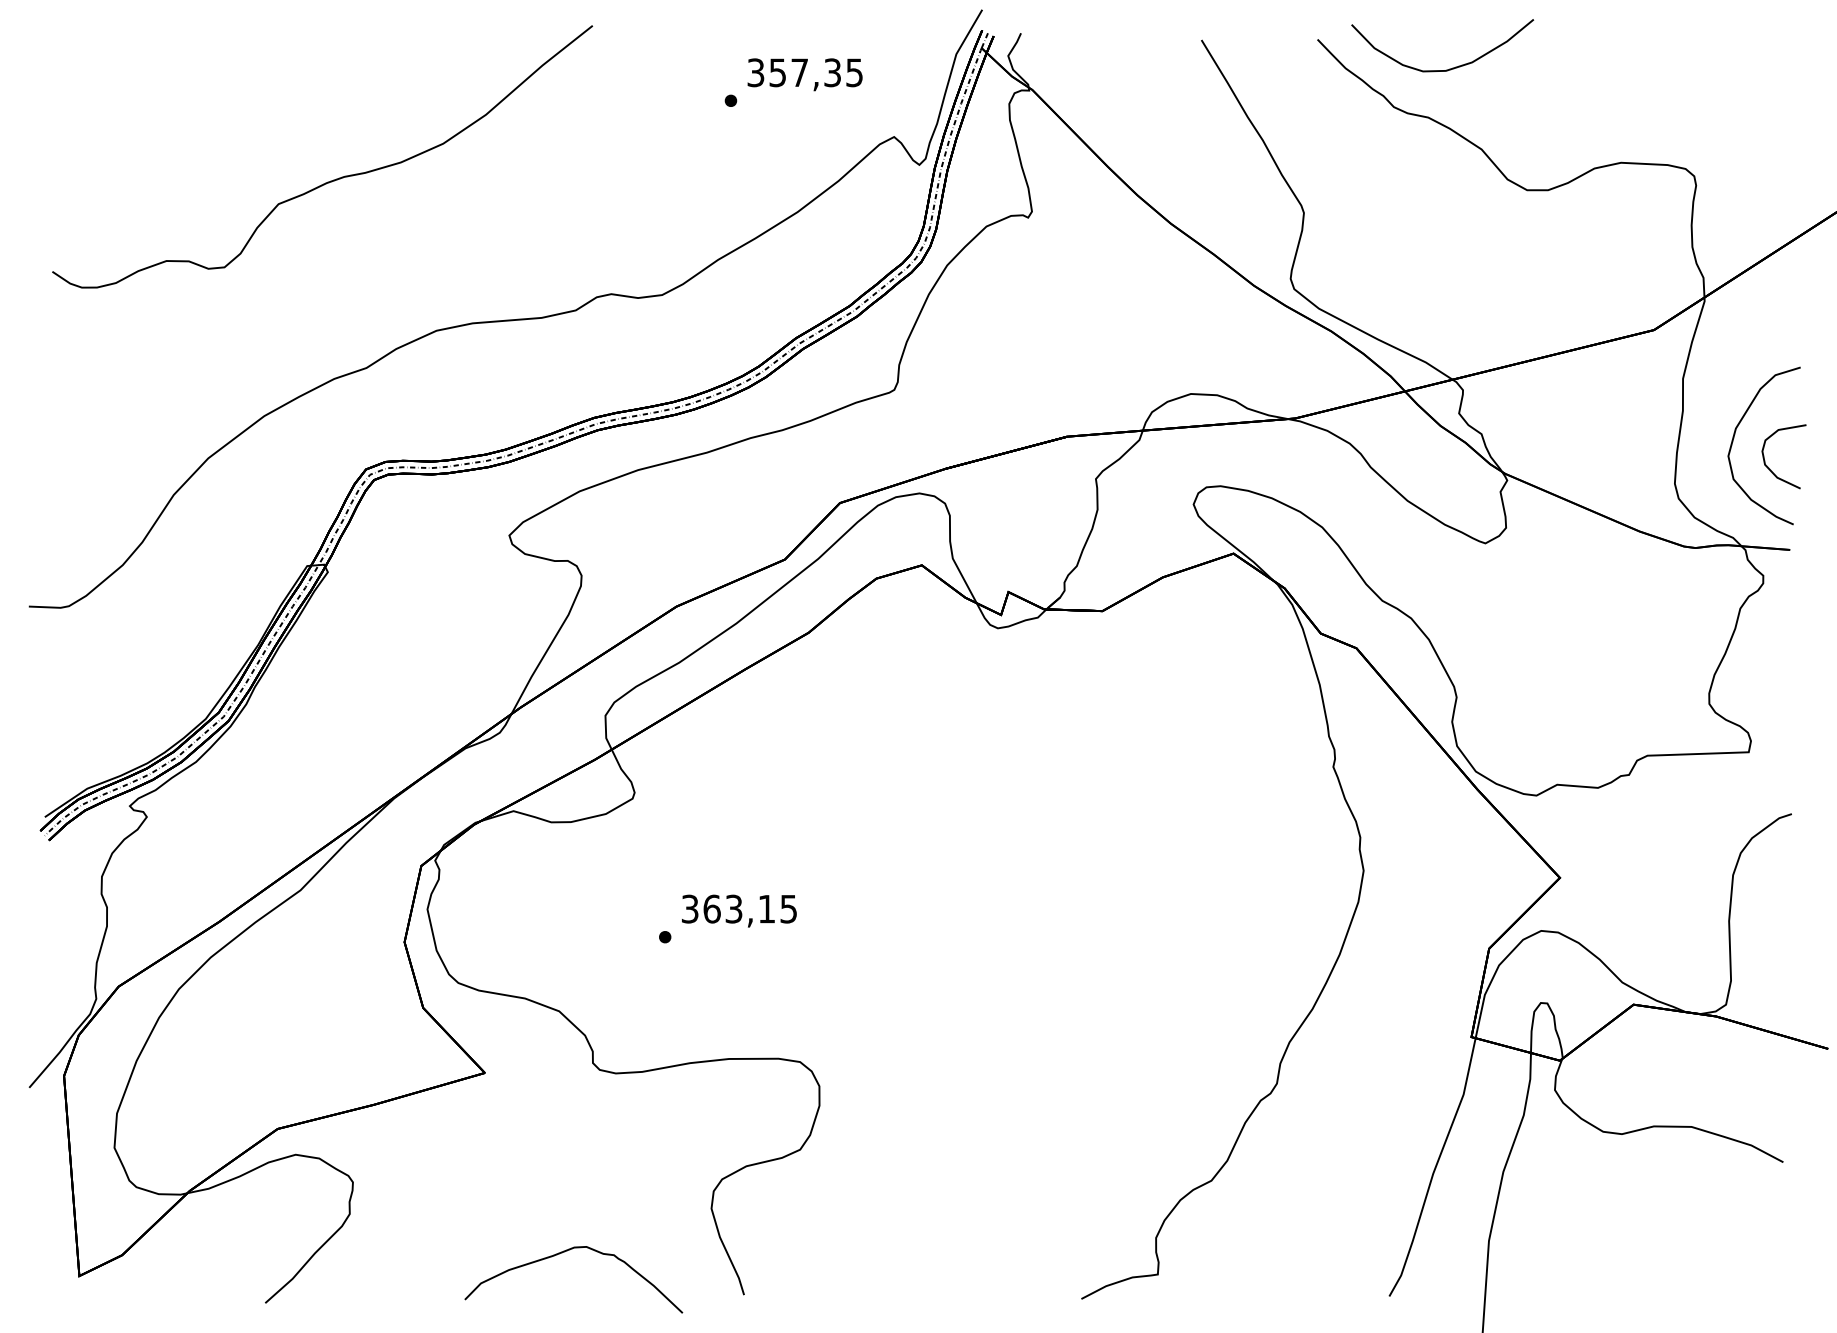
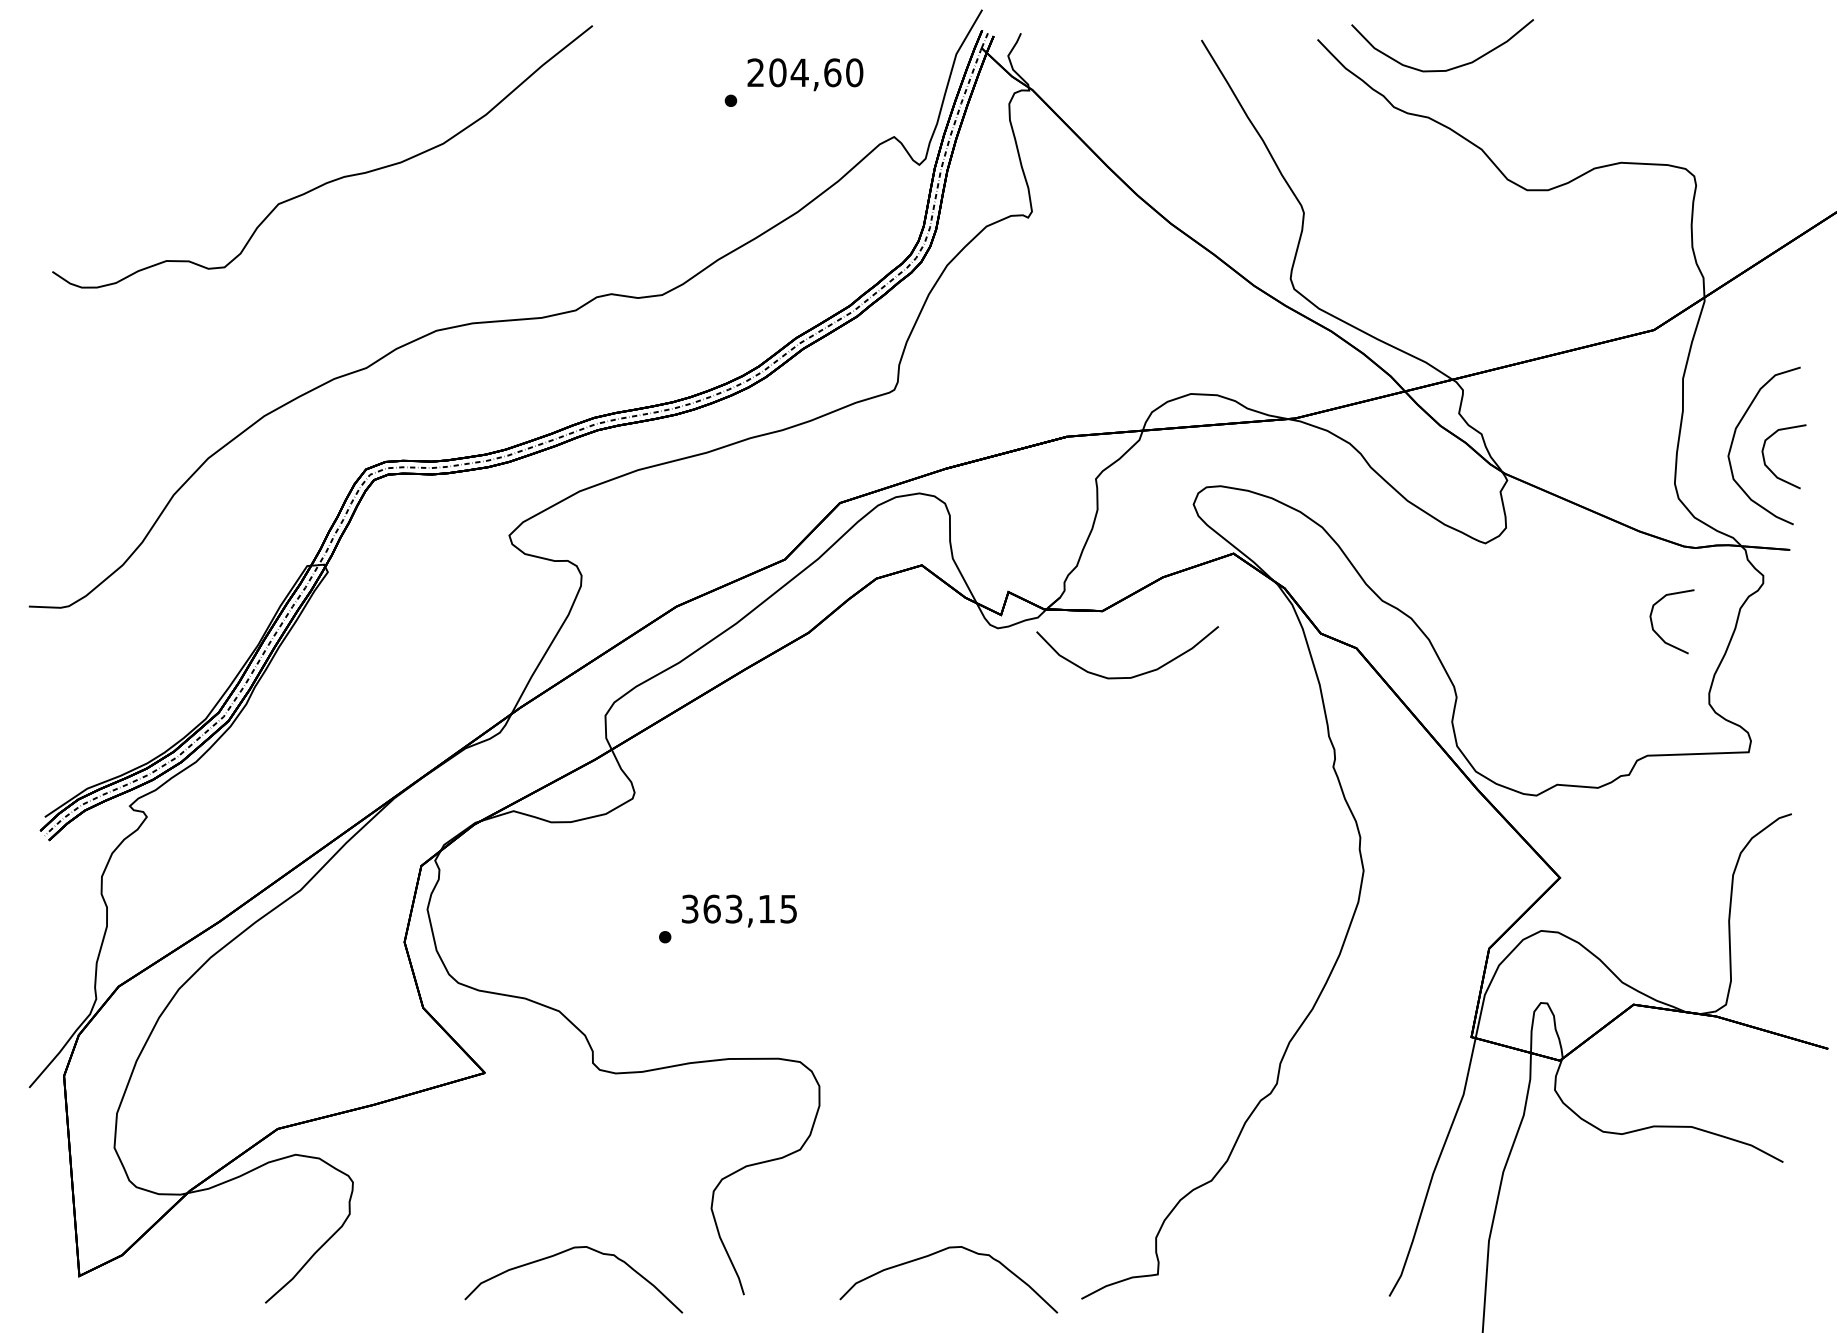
text at (805, 72): 357,35 -> 204,60
curve at (1657, 632): none -> present
curve at (1134, 675): none -> present
curve at (937, 1253): none -> present
